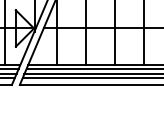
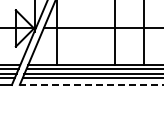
line at (5, 33): present -> none
line at (86, 33): present -> none
line at (91, 84): solid -> dashed
